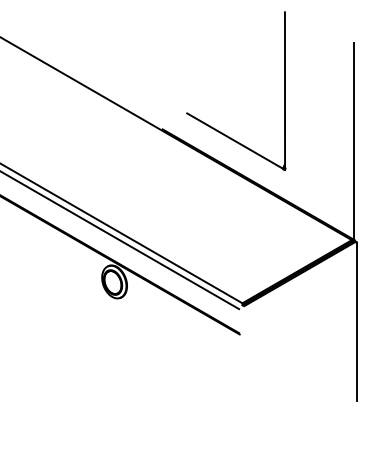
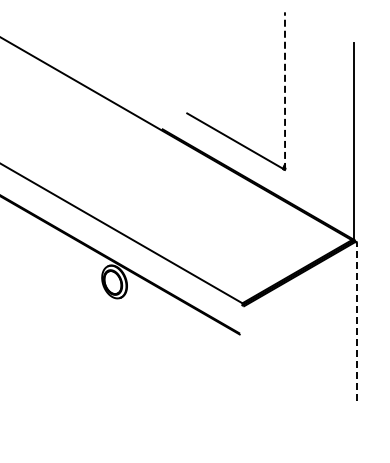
line at (285, 91): solid -> dashed
line at (120, 240): present -> none
line at (356, 321): solid -> dashed
